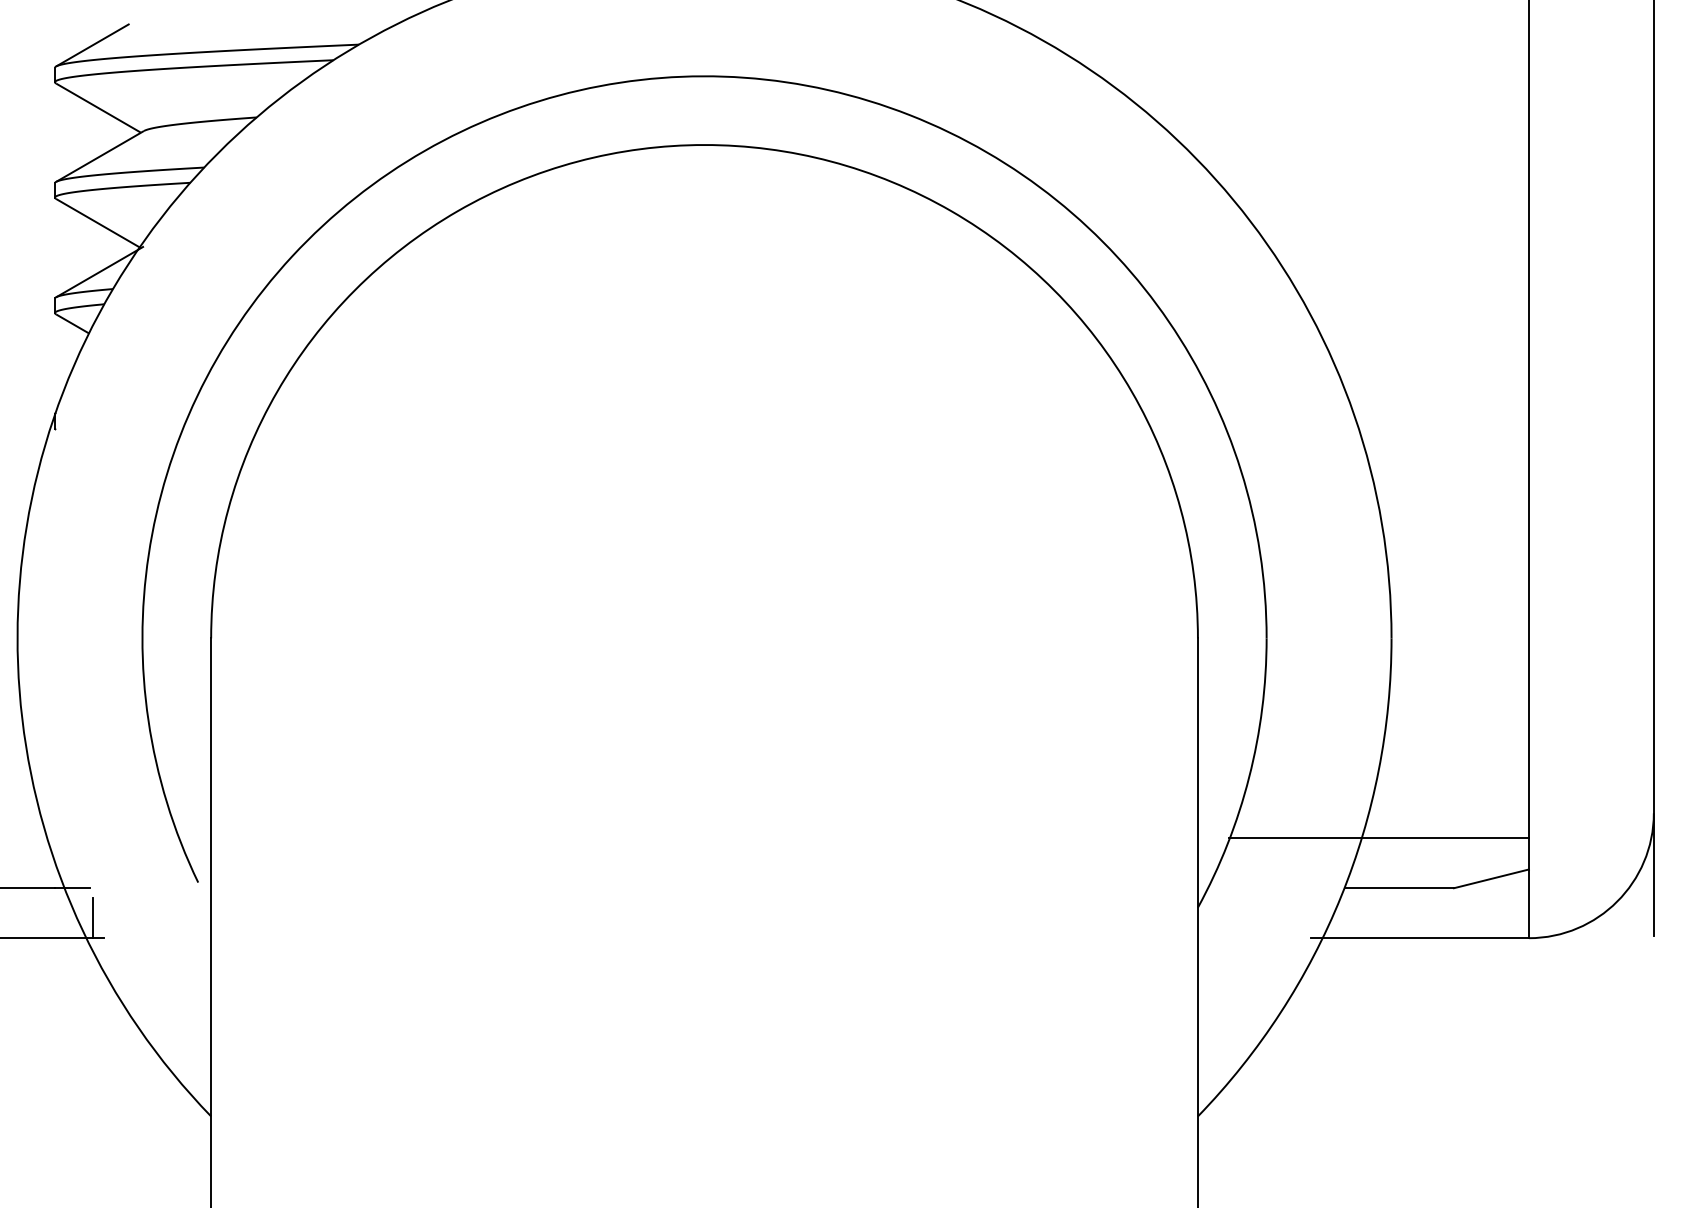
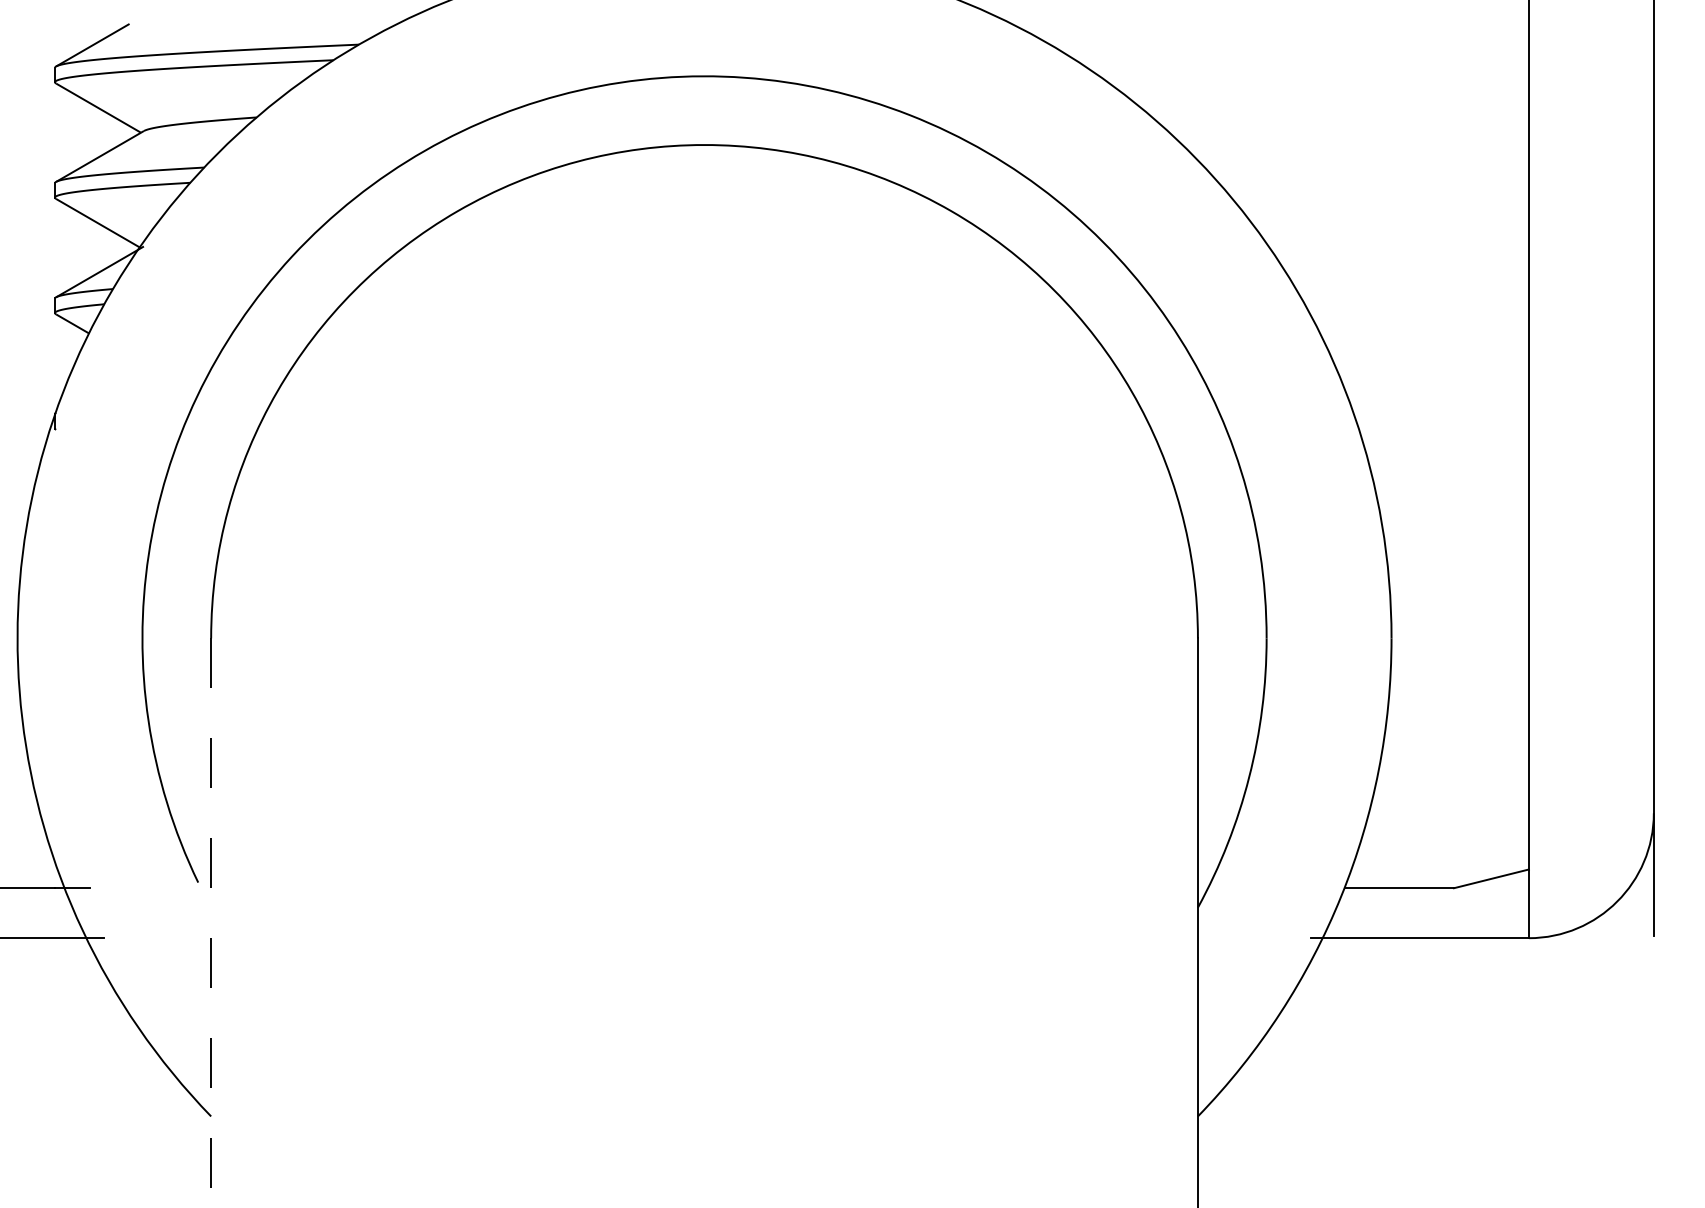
line at (1378, 838): present -> none
line at (92, 918): present -> none
line at (211, 923): solid -> dashed
